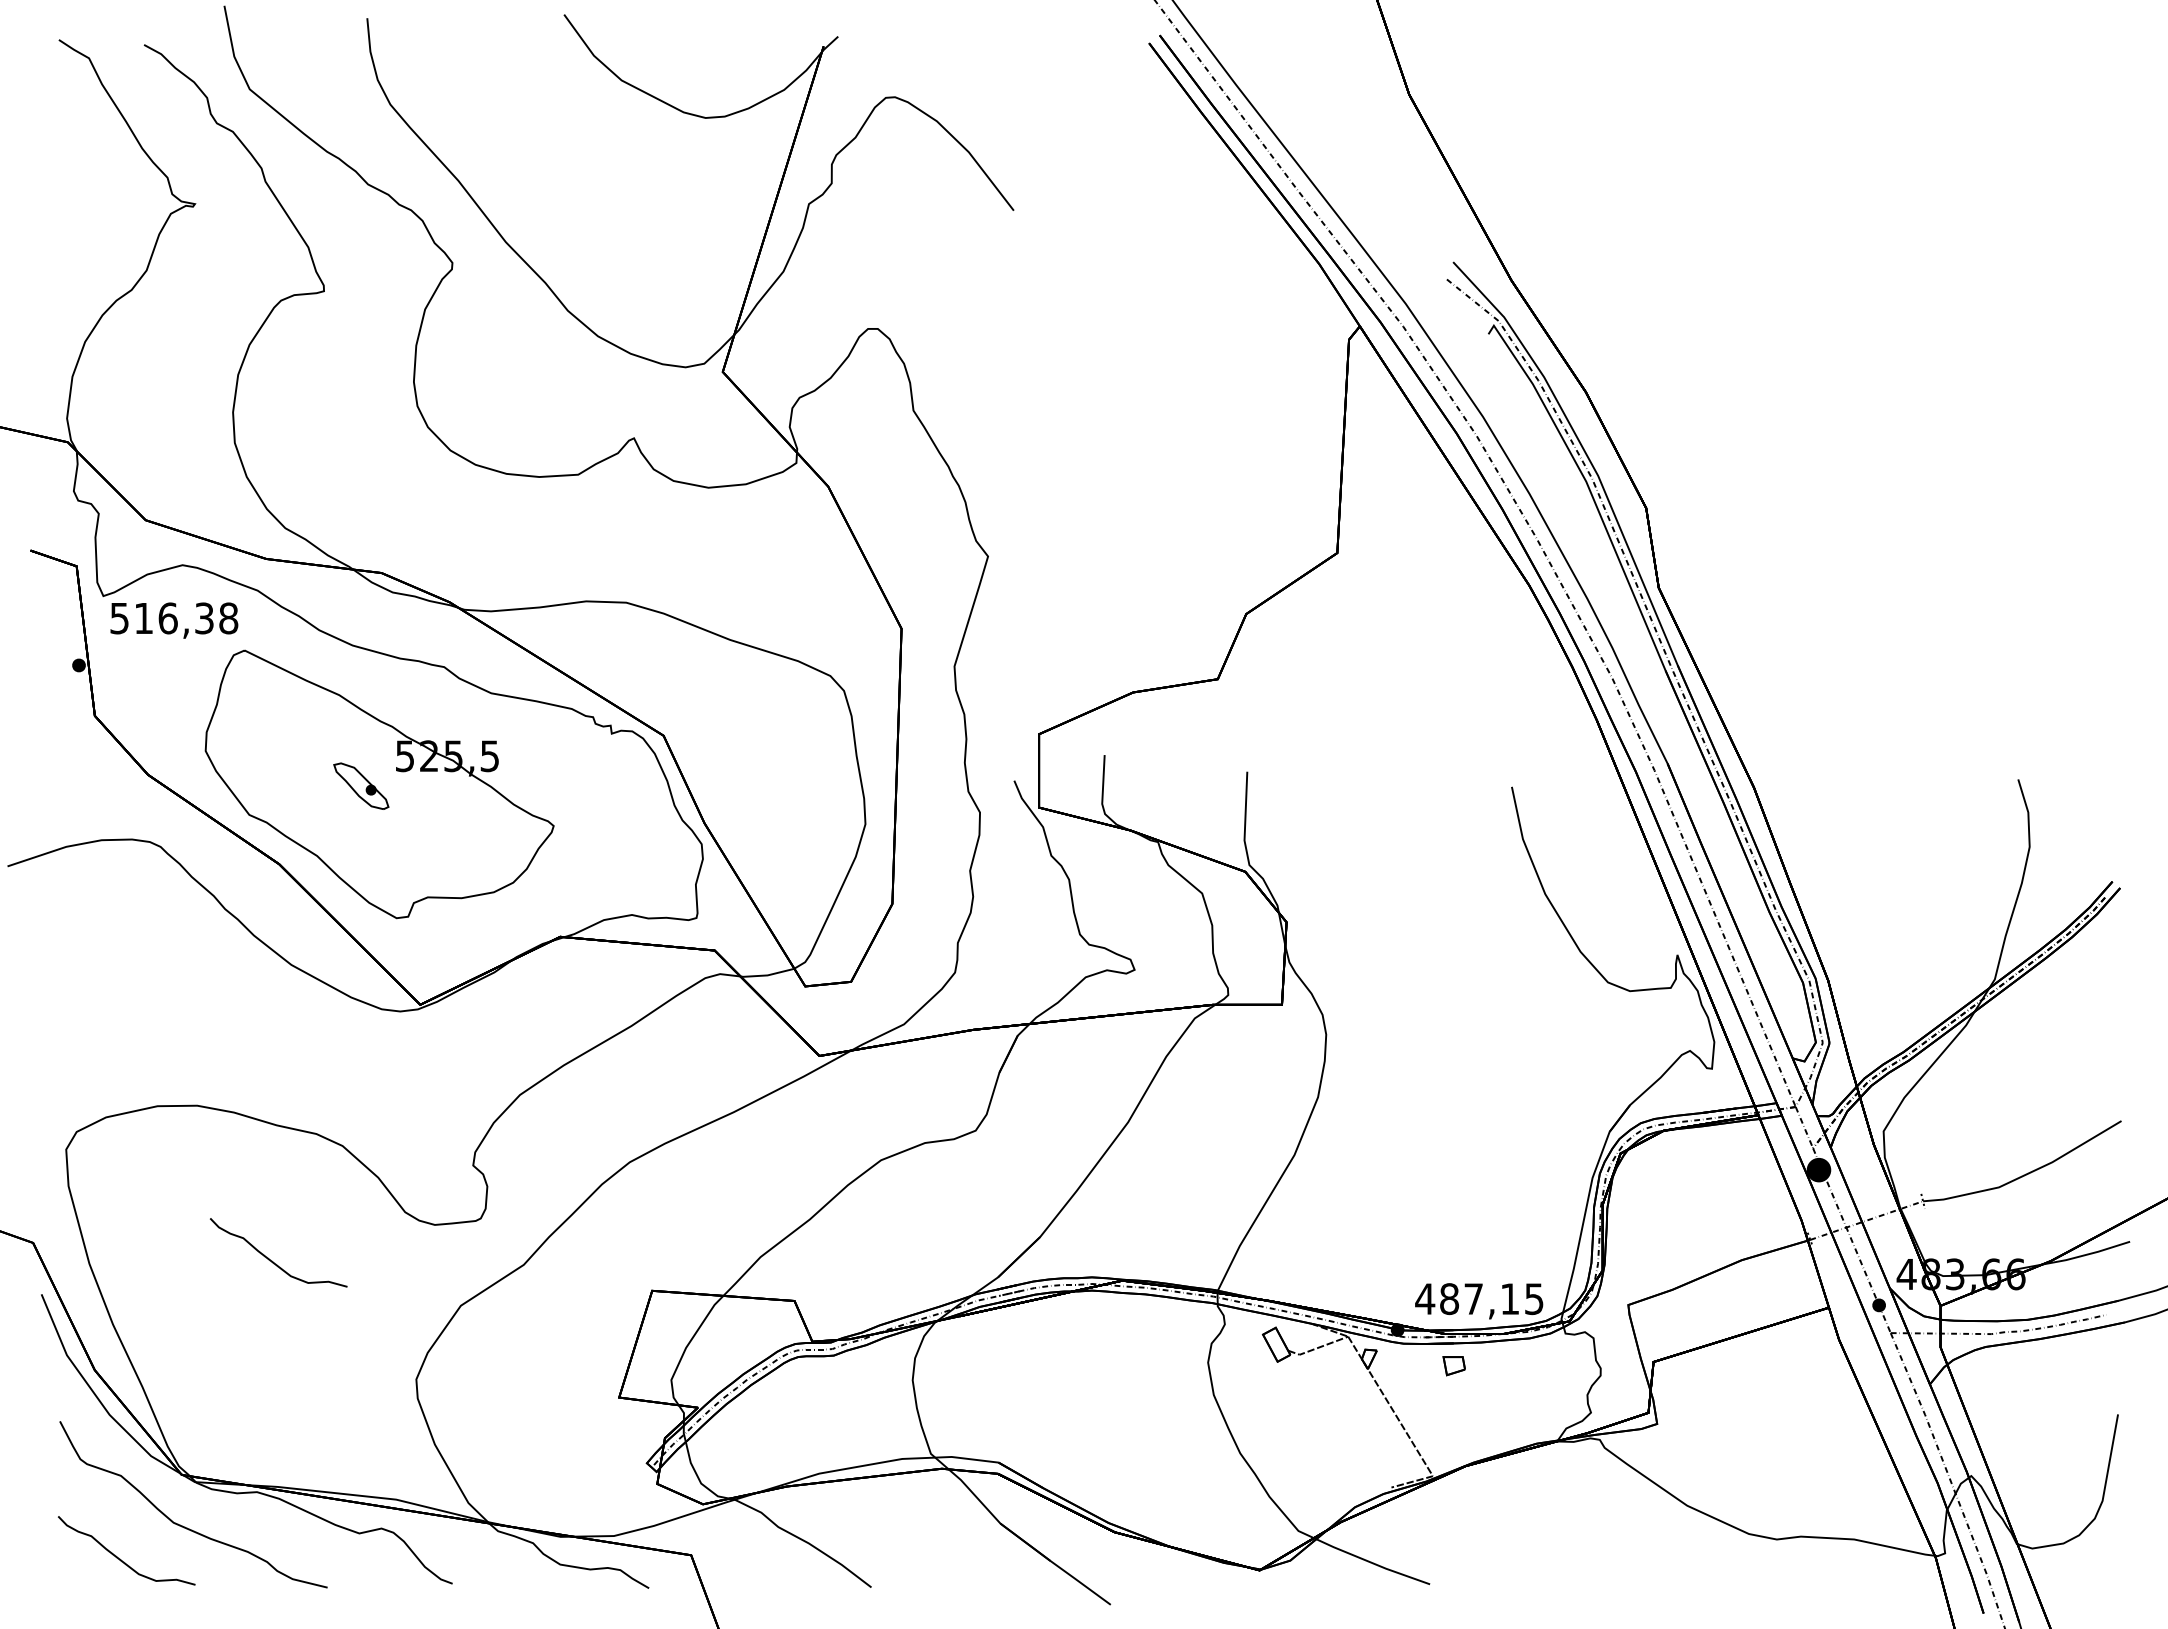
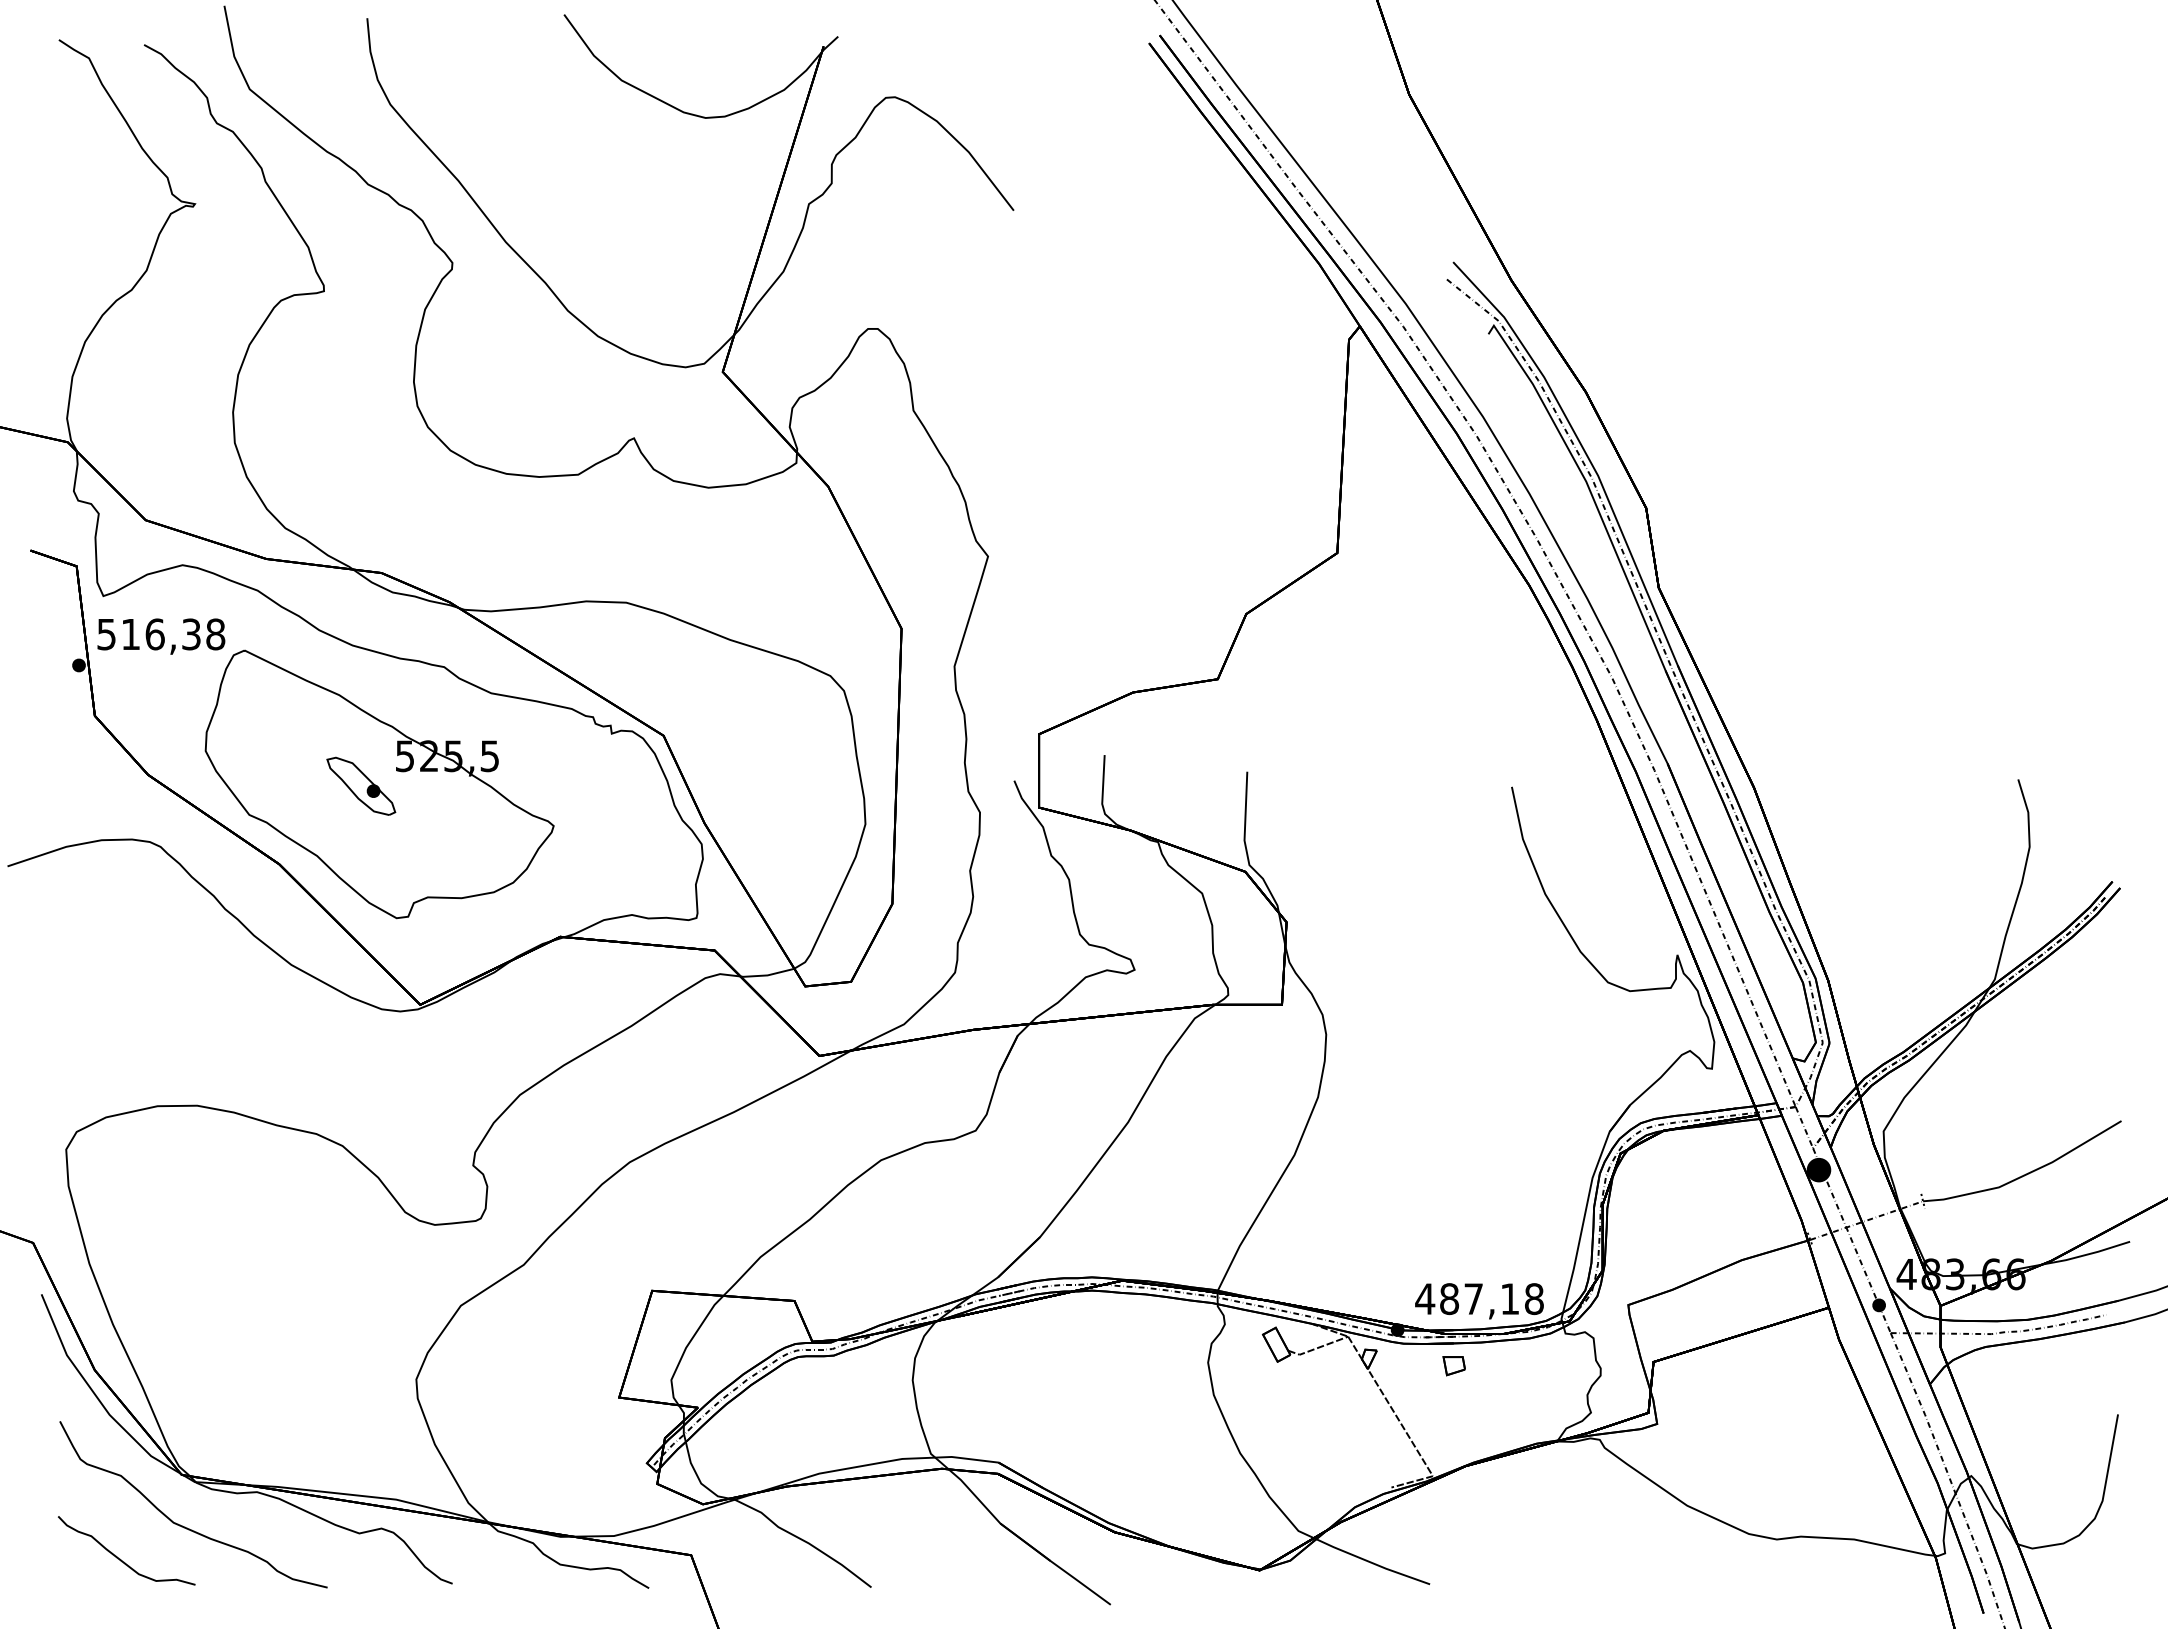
text at (174, 620) position: (174, 620) -> (161, 636)
part at (361, 785) size: 57x48 px -> 71x60 px
curve at (272, 1260): present -> none
text at (1534, 1299): 487,15 -> 487,18
